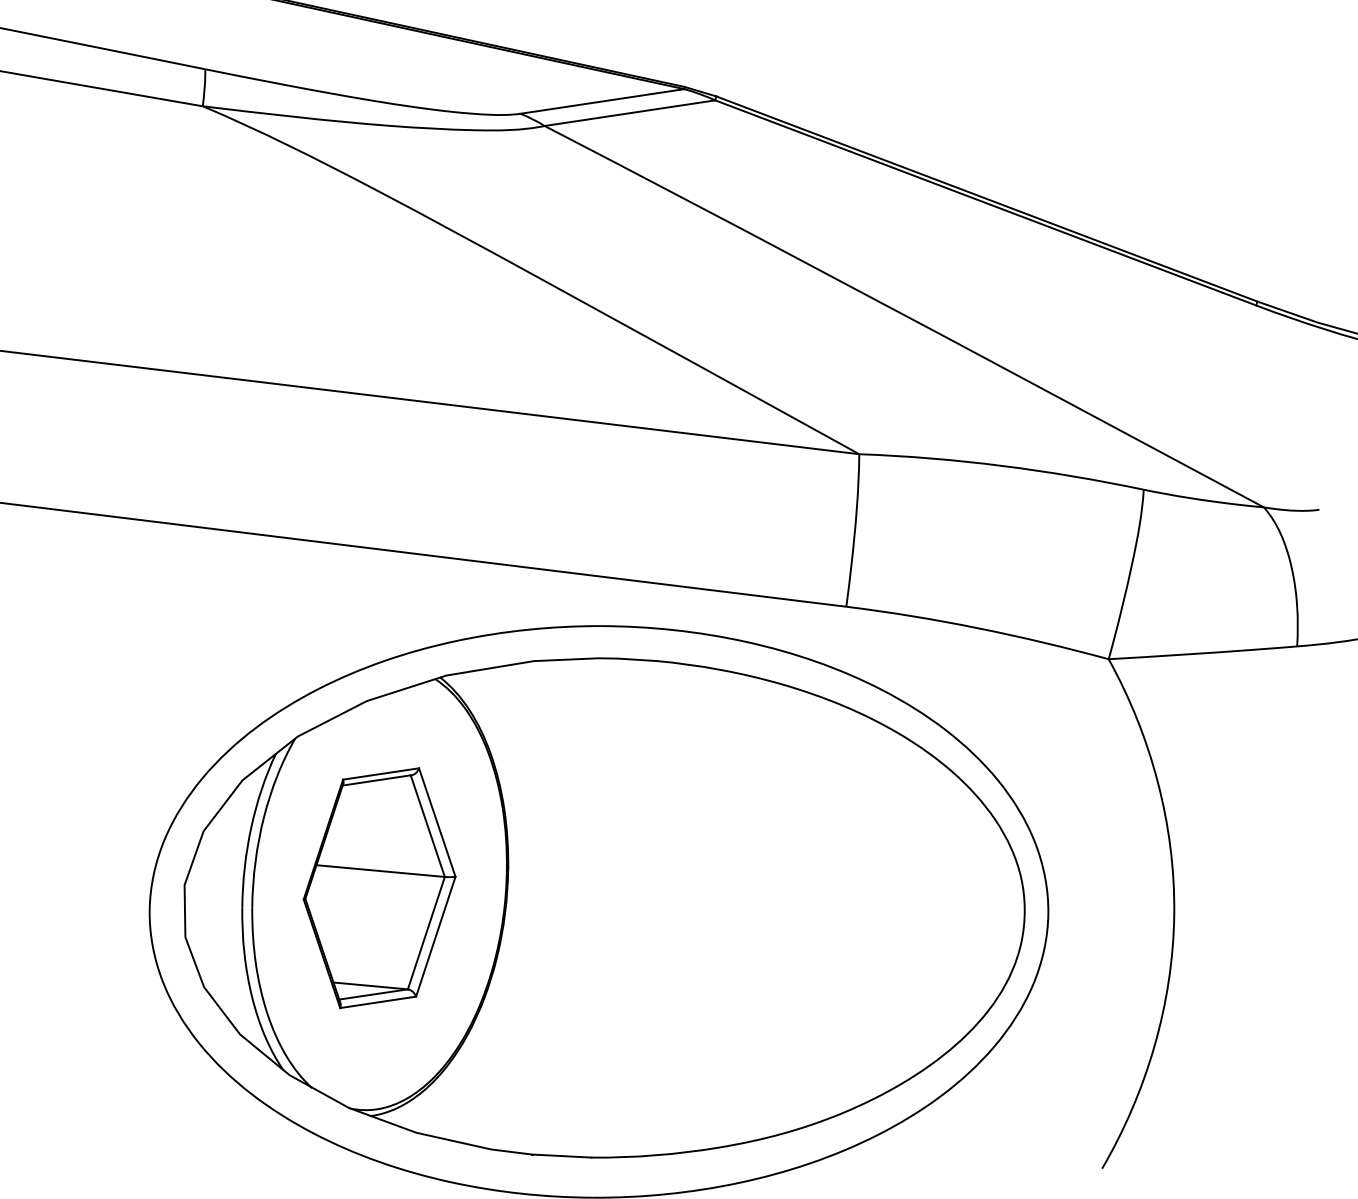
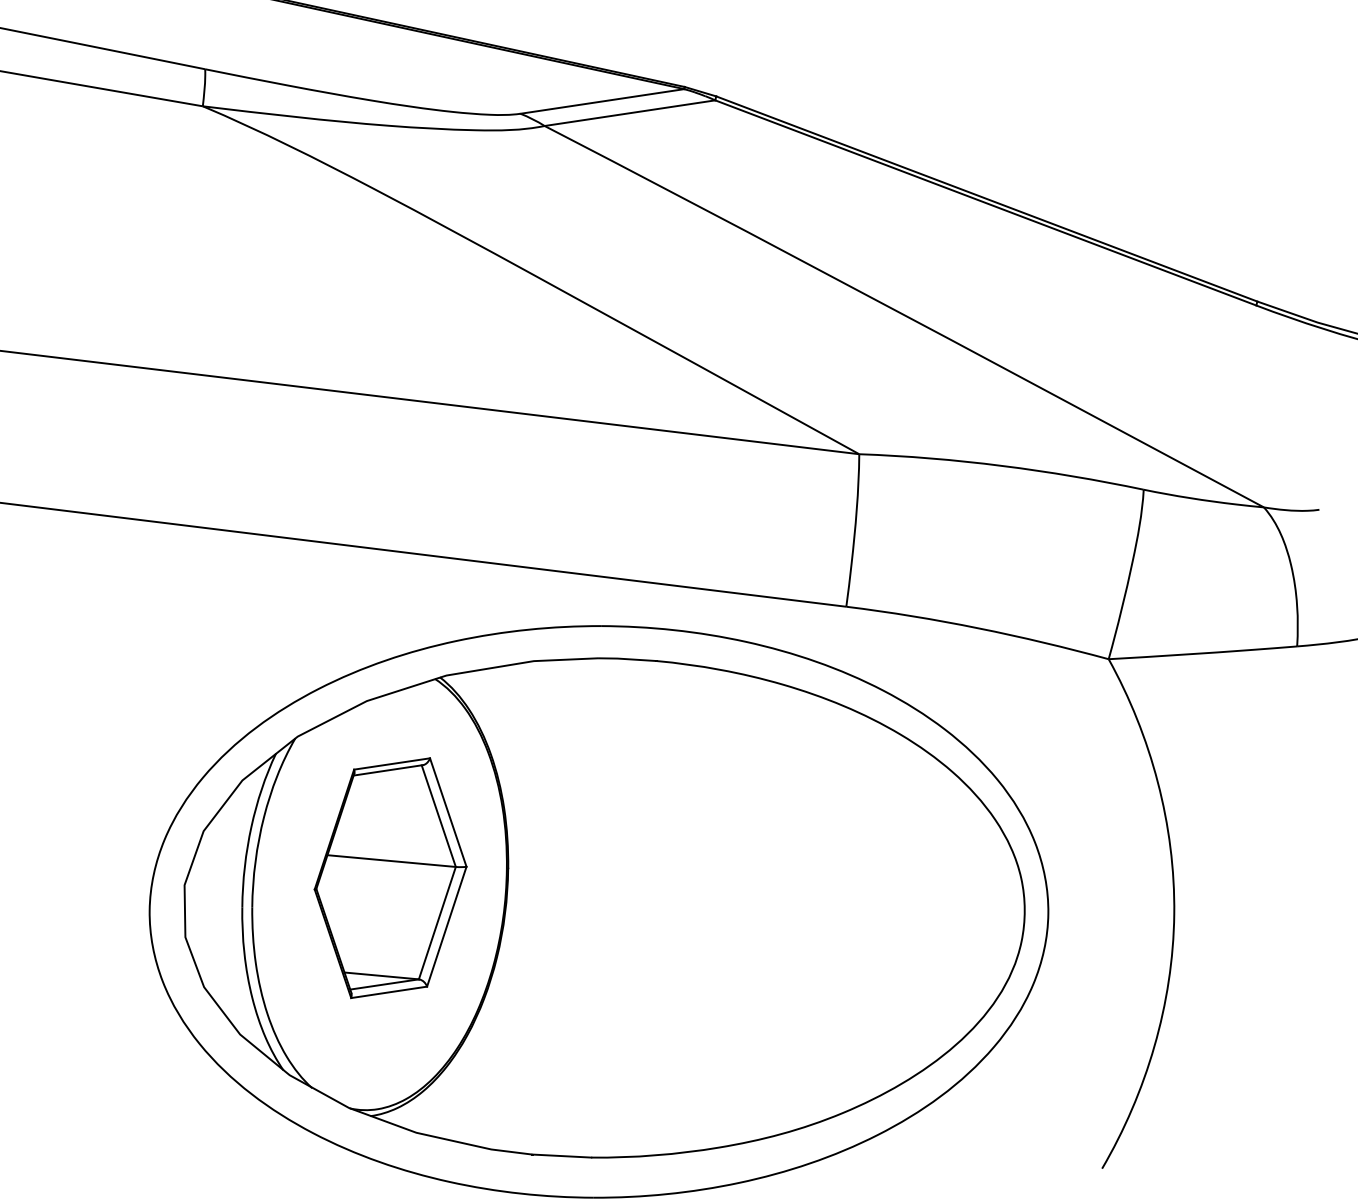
part at (379, 888) position: (379, 888) -> (390, 878)
